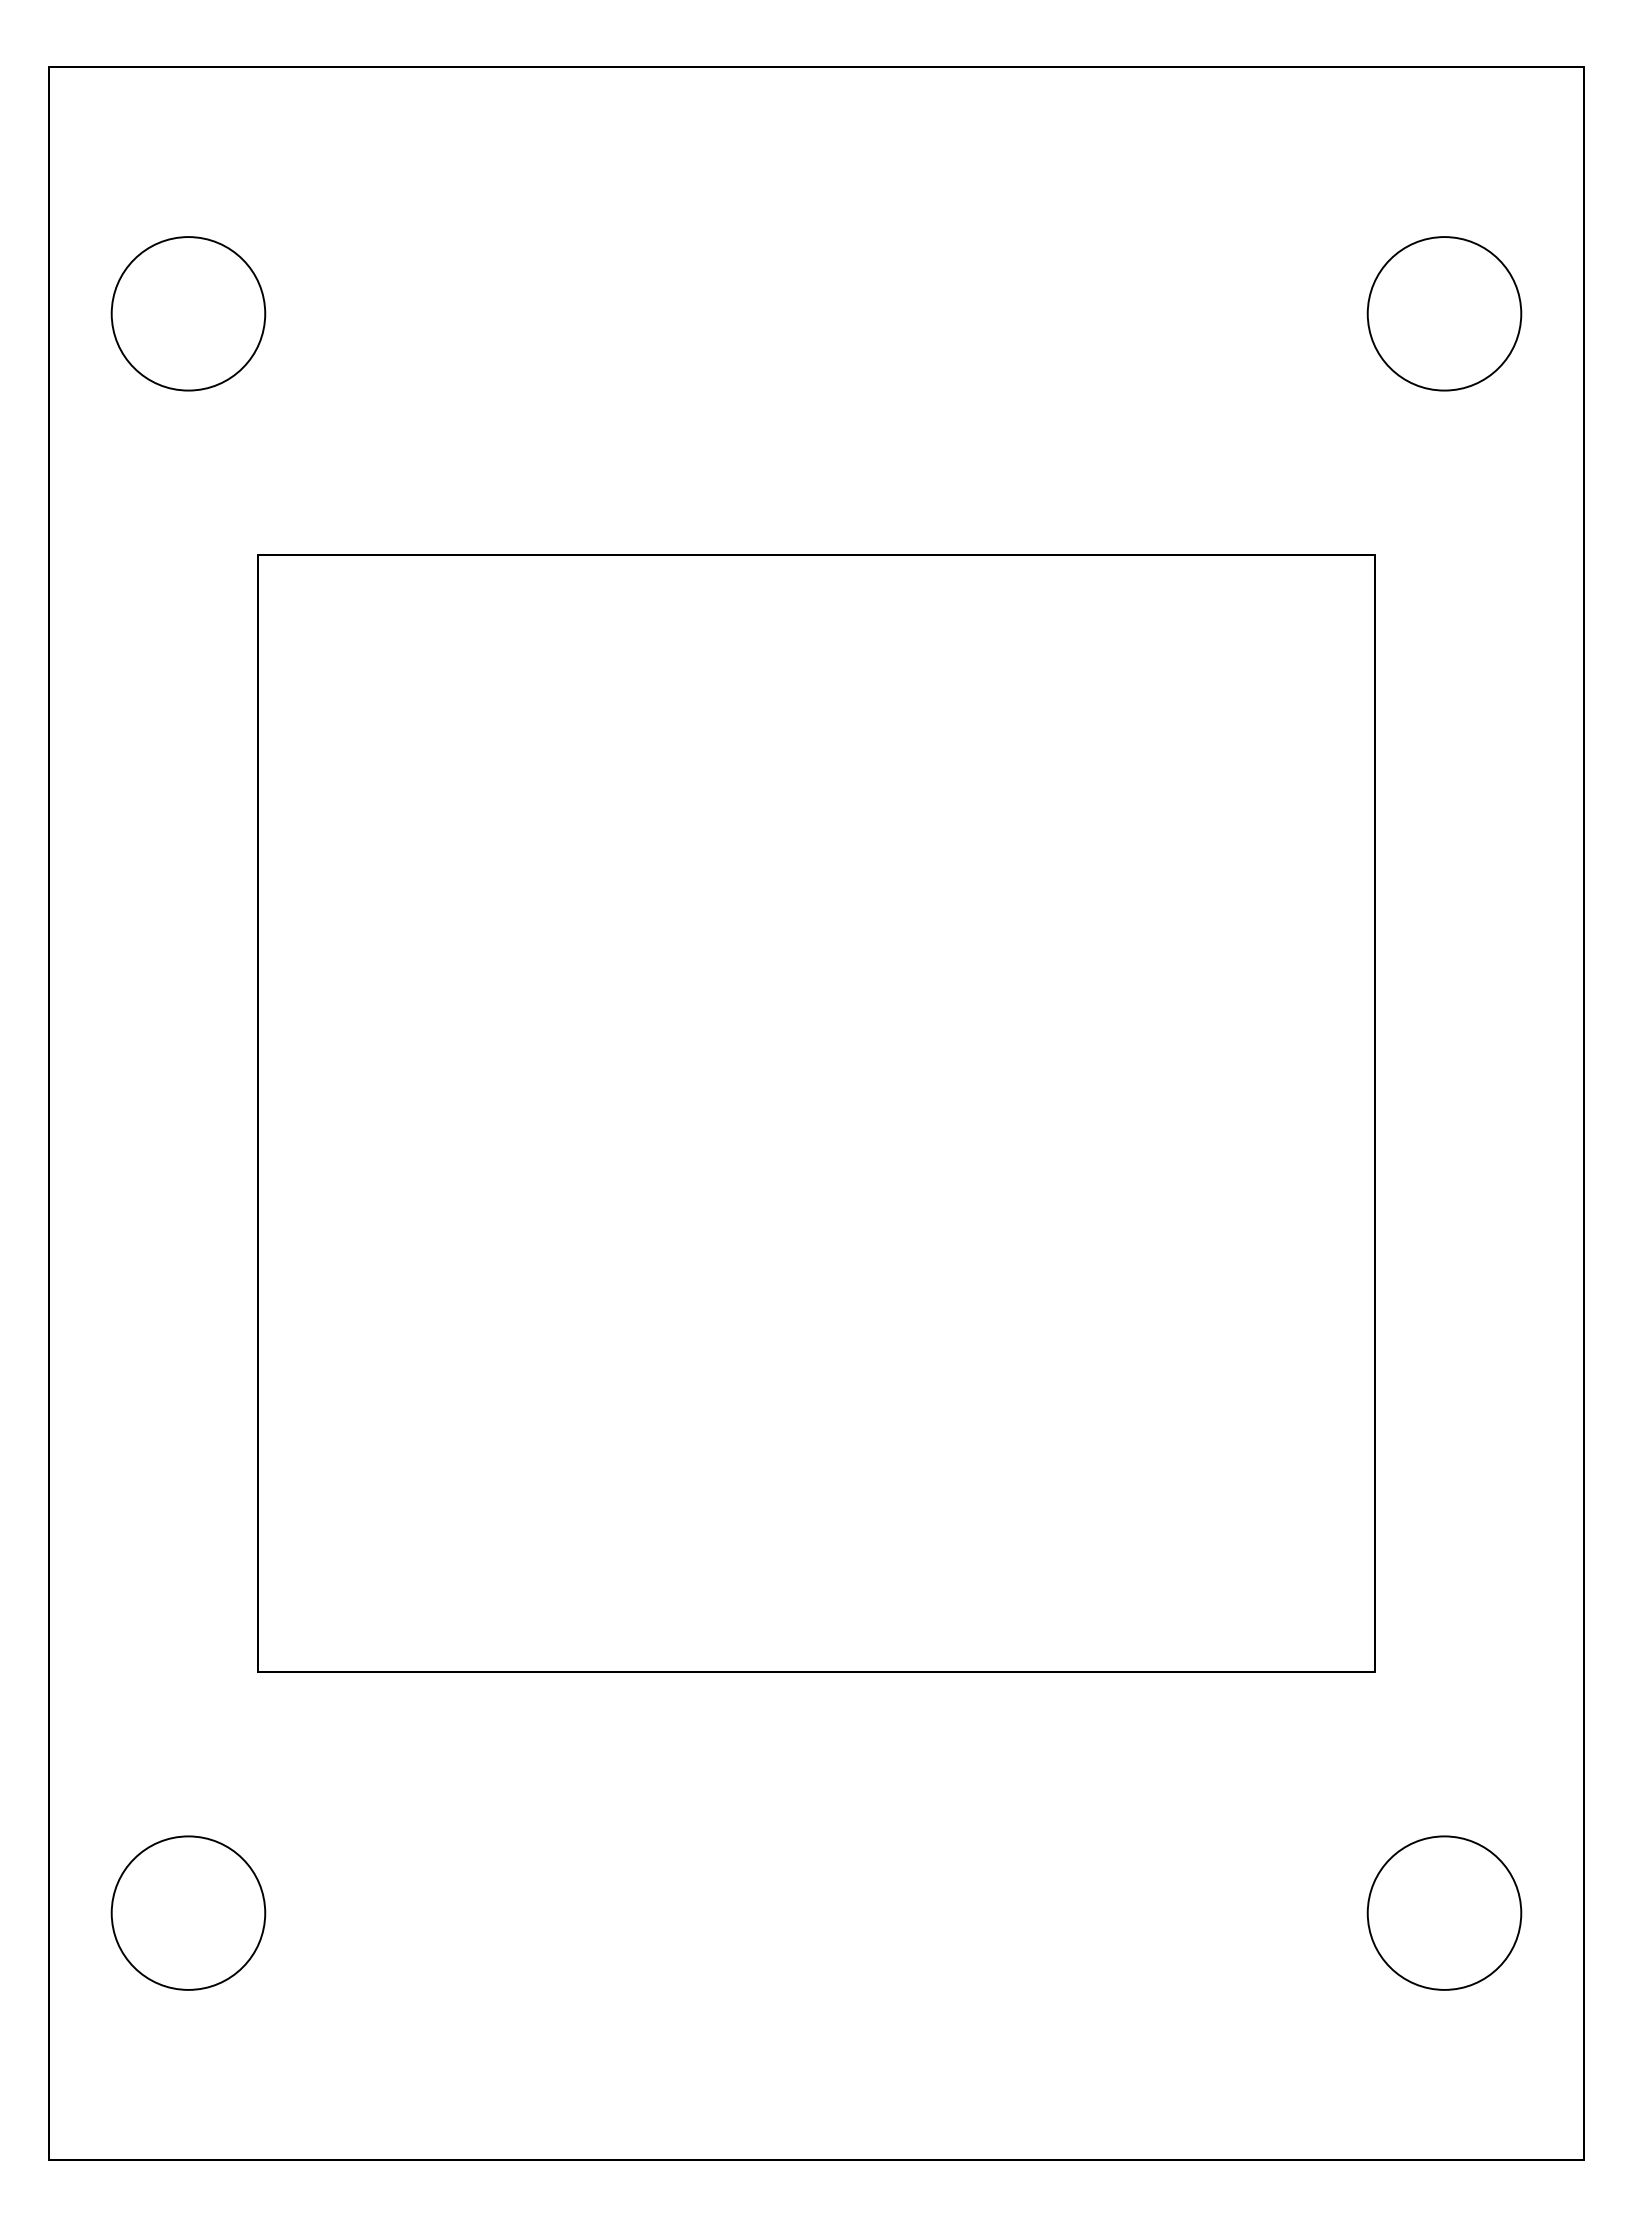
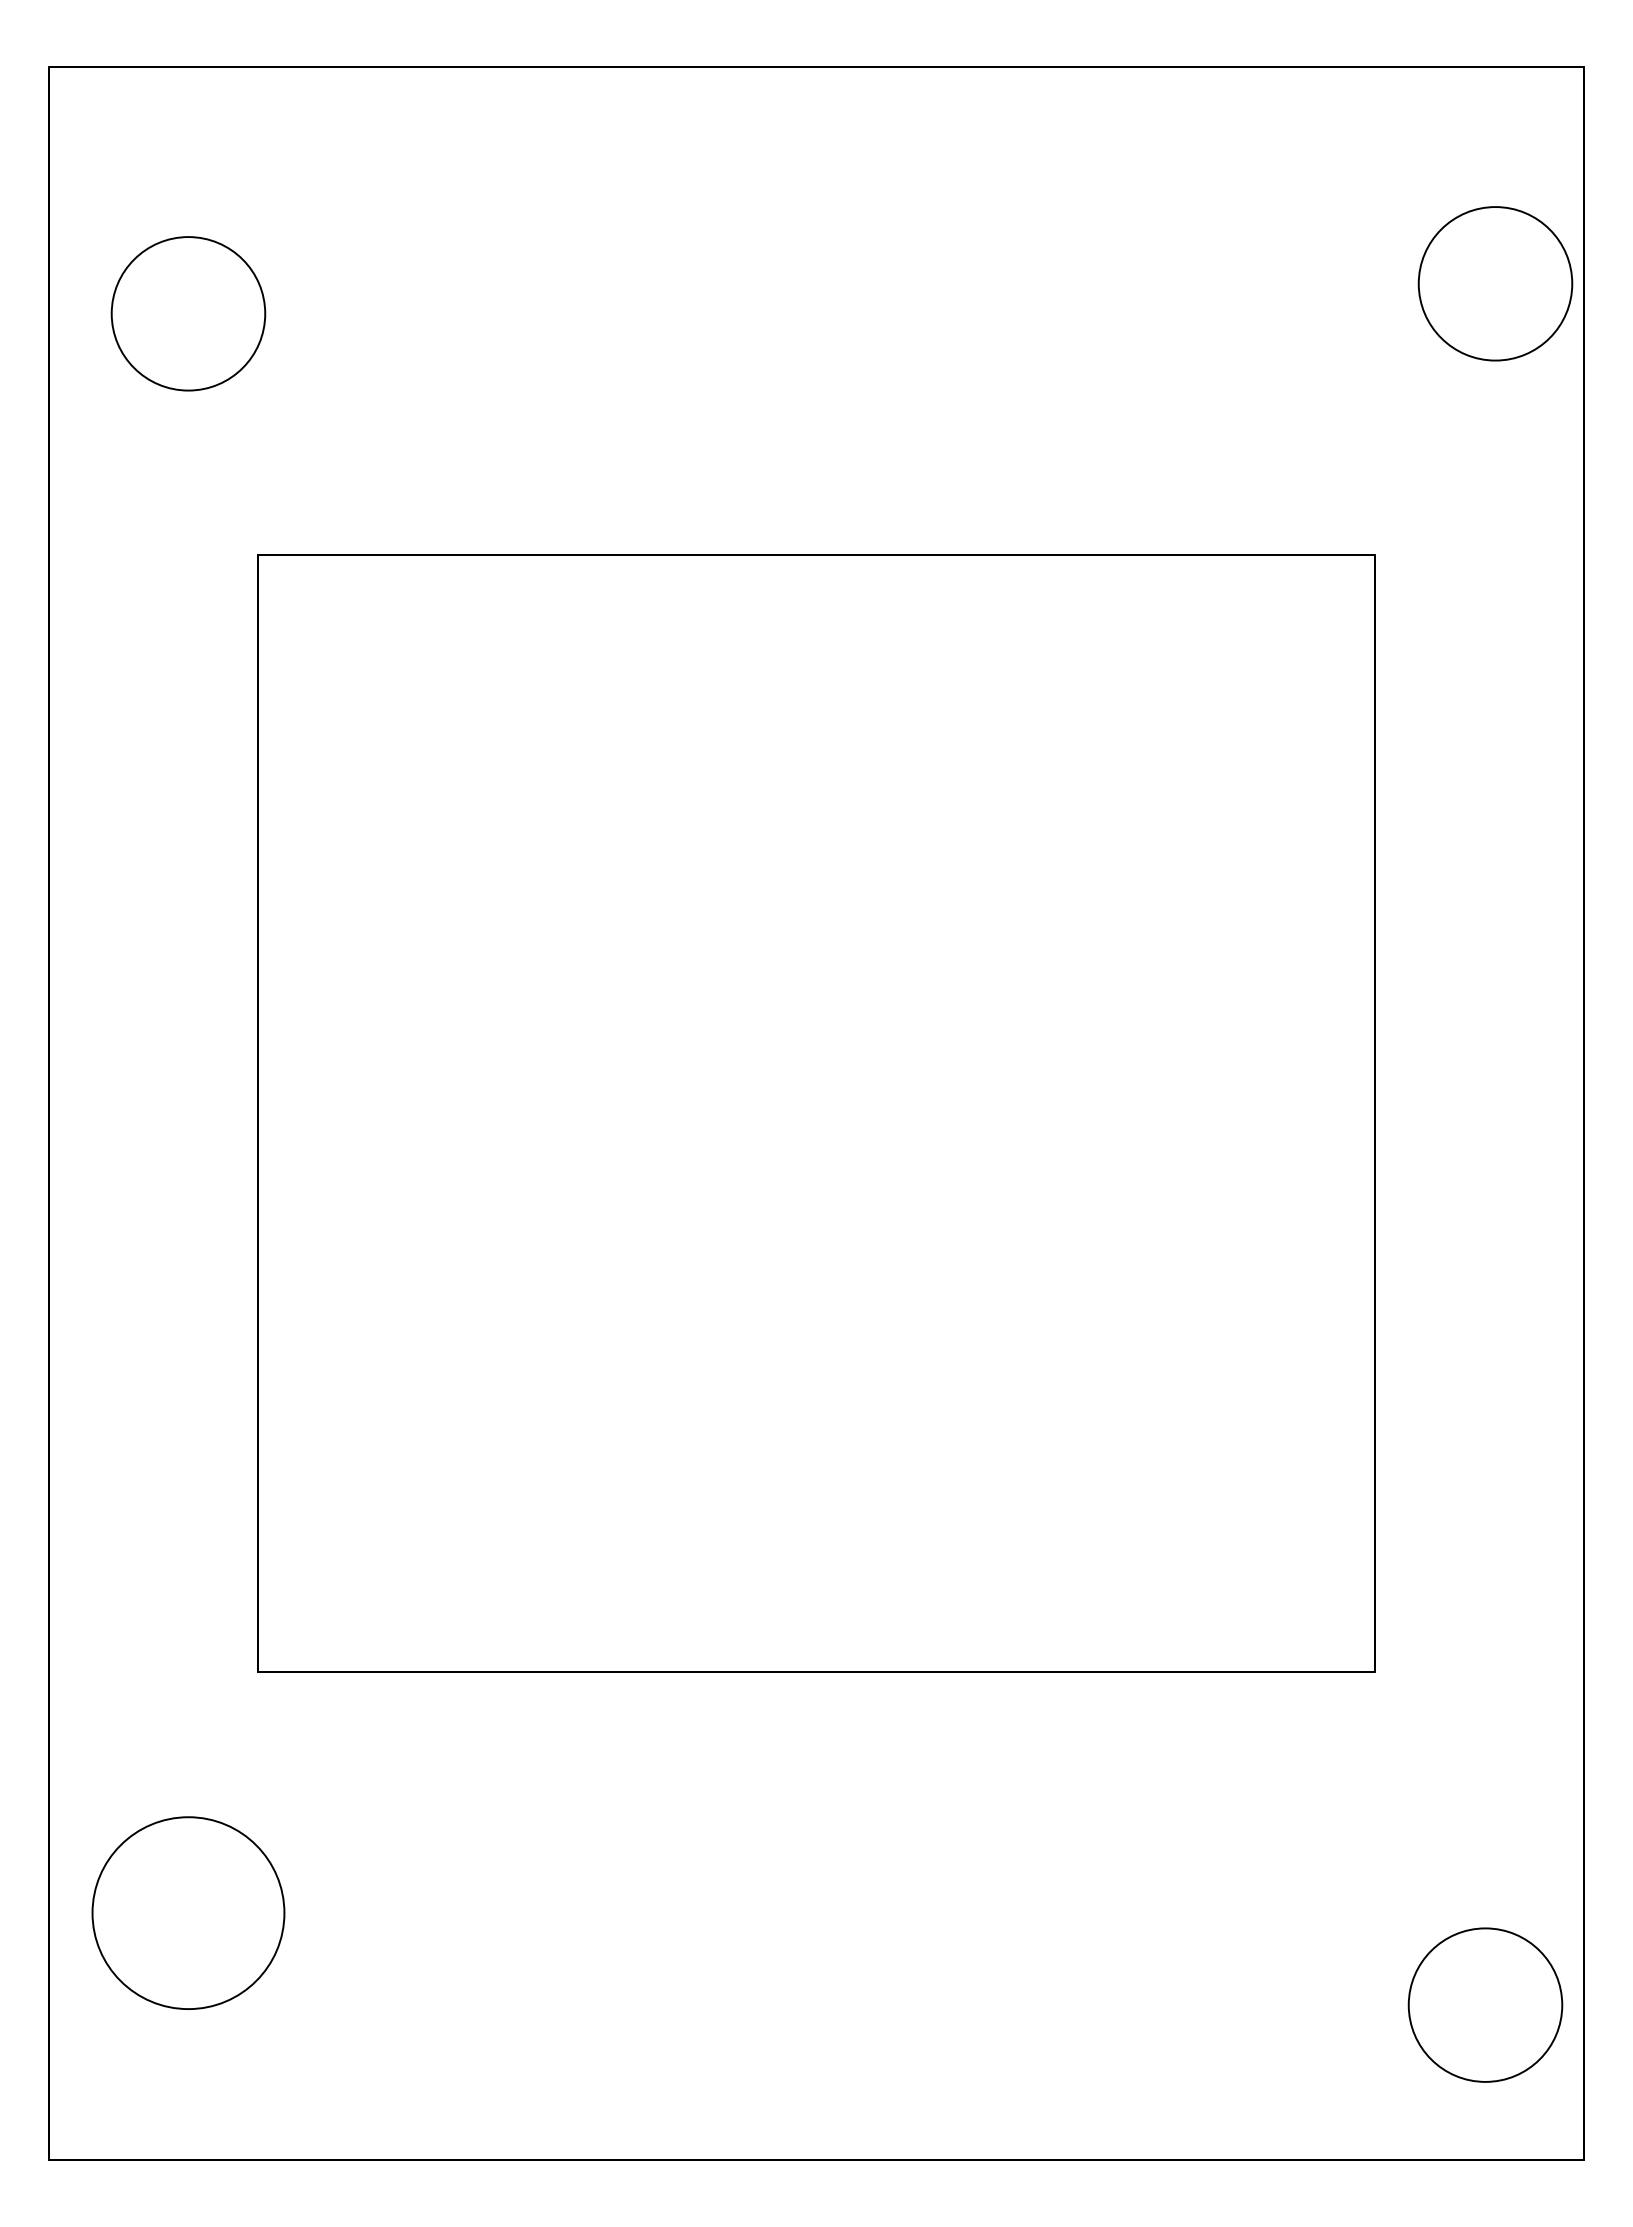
circle at (1444, 313) position: (1444, 313) -> (1495, 283)
circle at (188, 1912) diameter: 154 px -> 192 px
circle at (1444, 1912) position: (1444, 1912) -> (1485, 2004)
